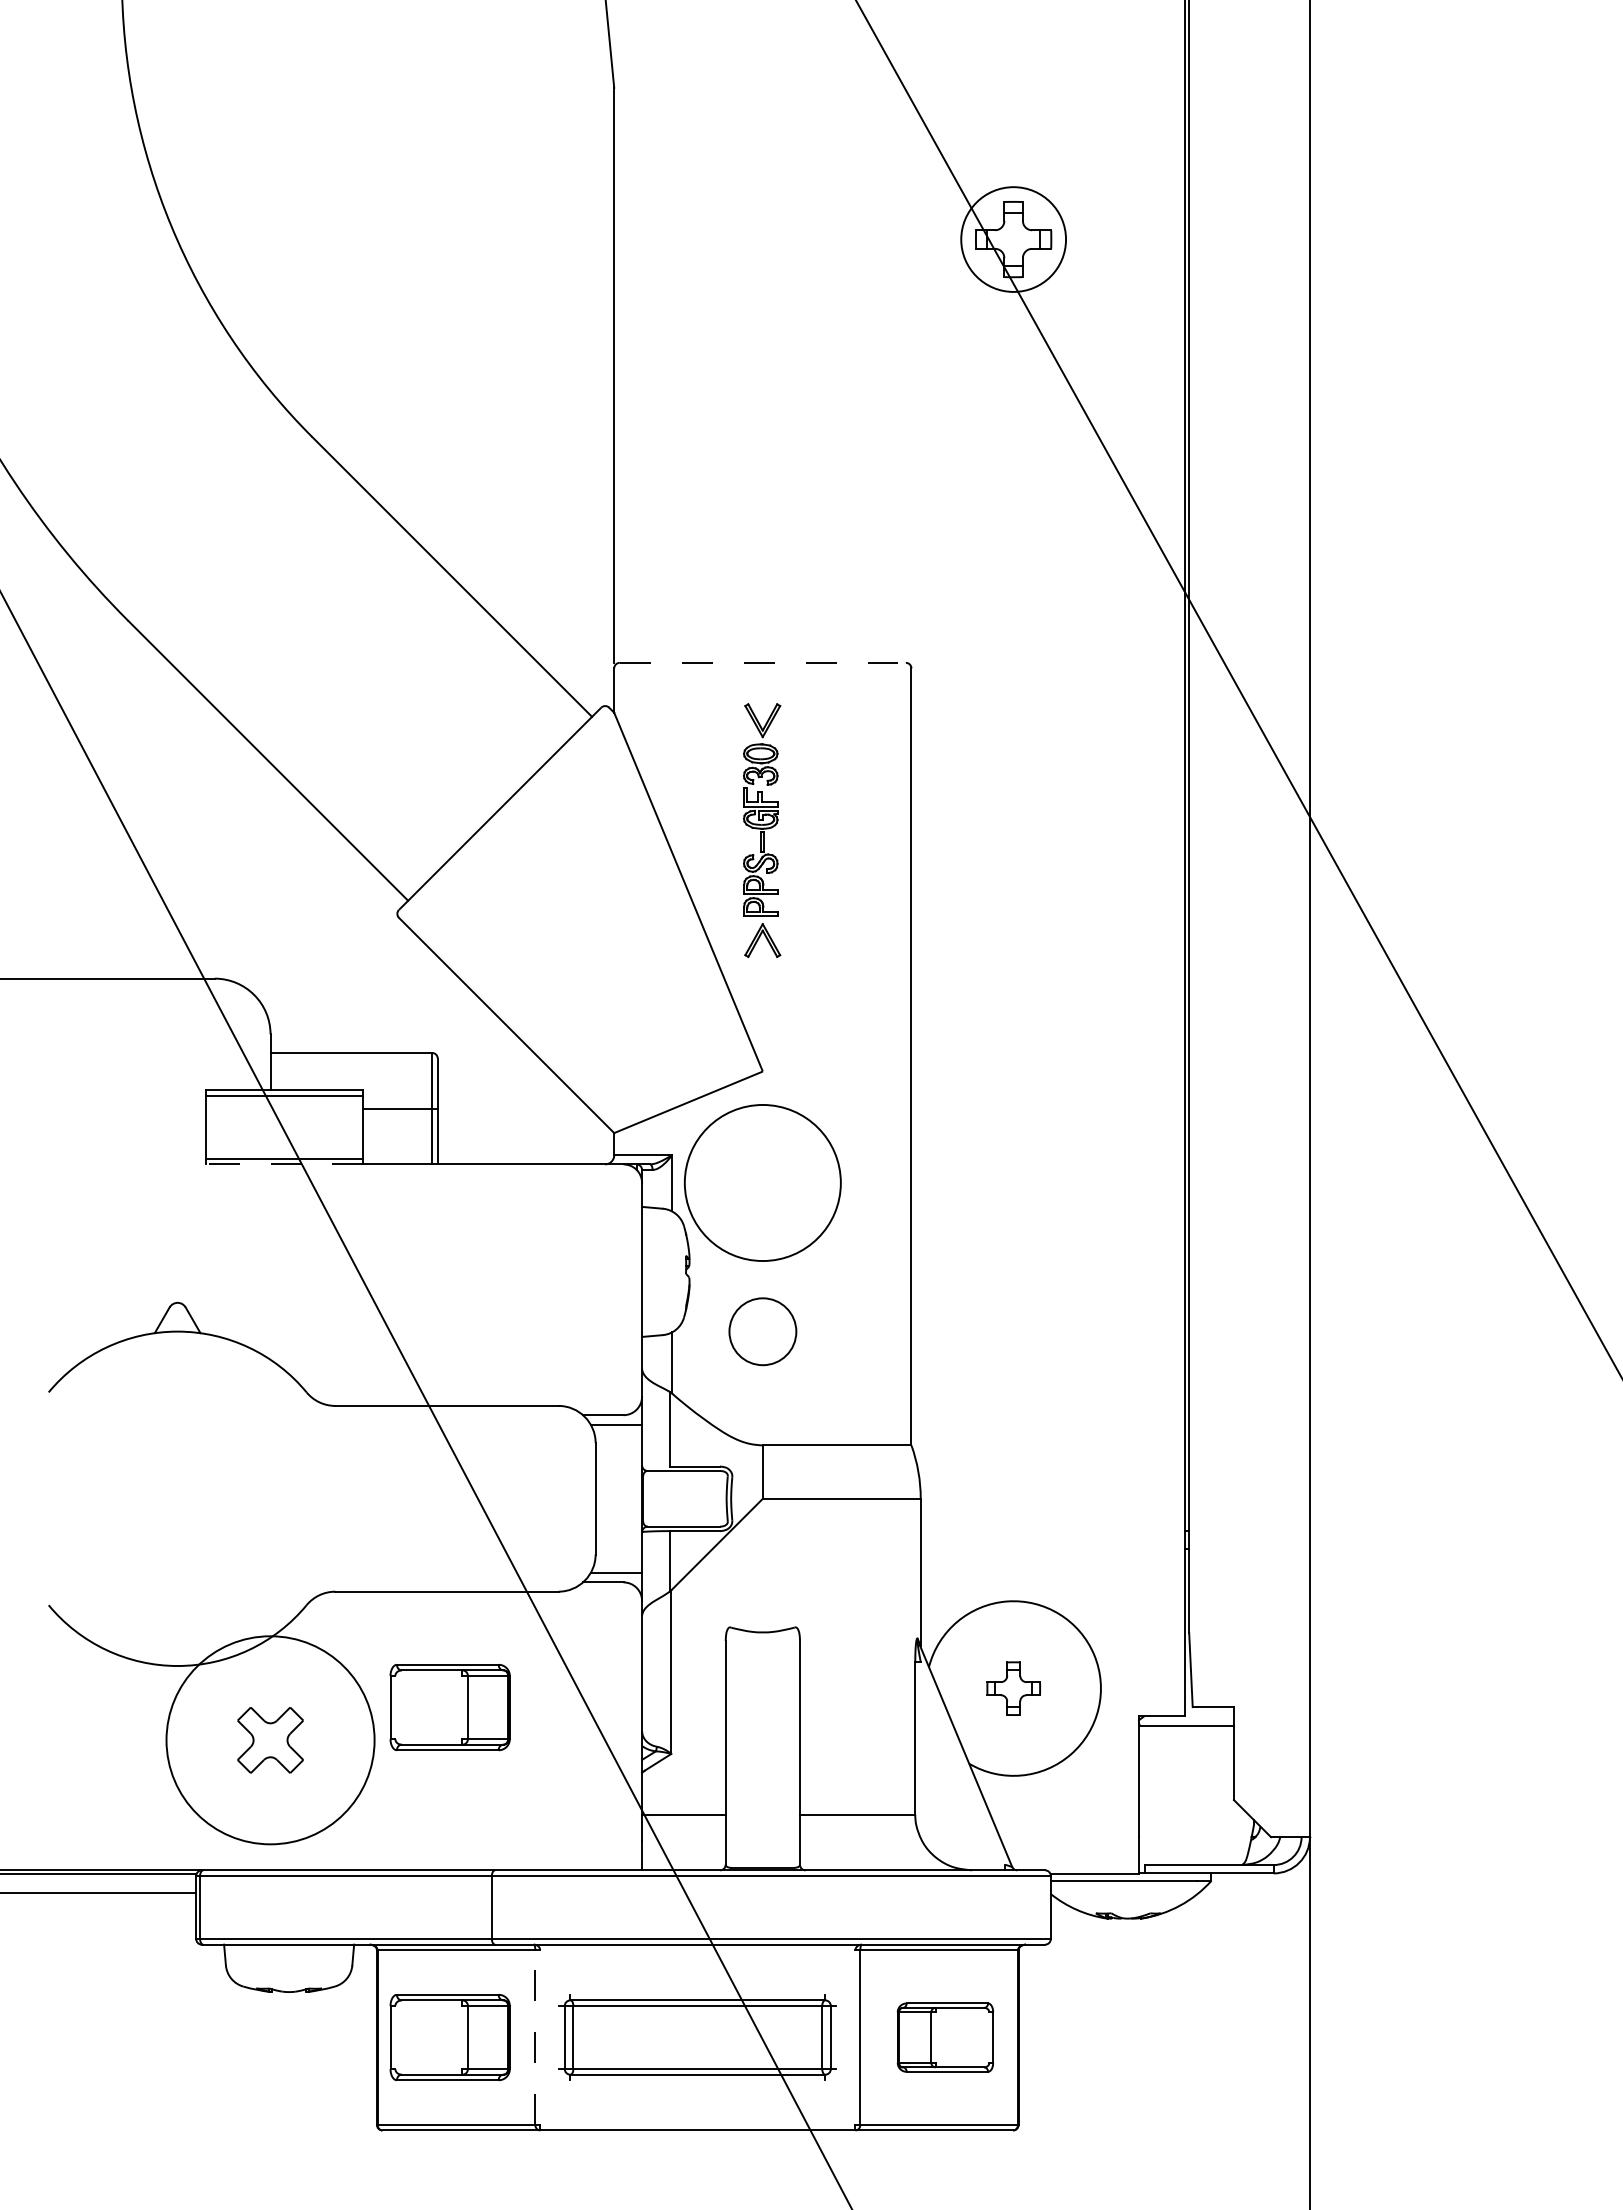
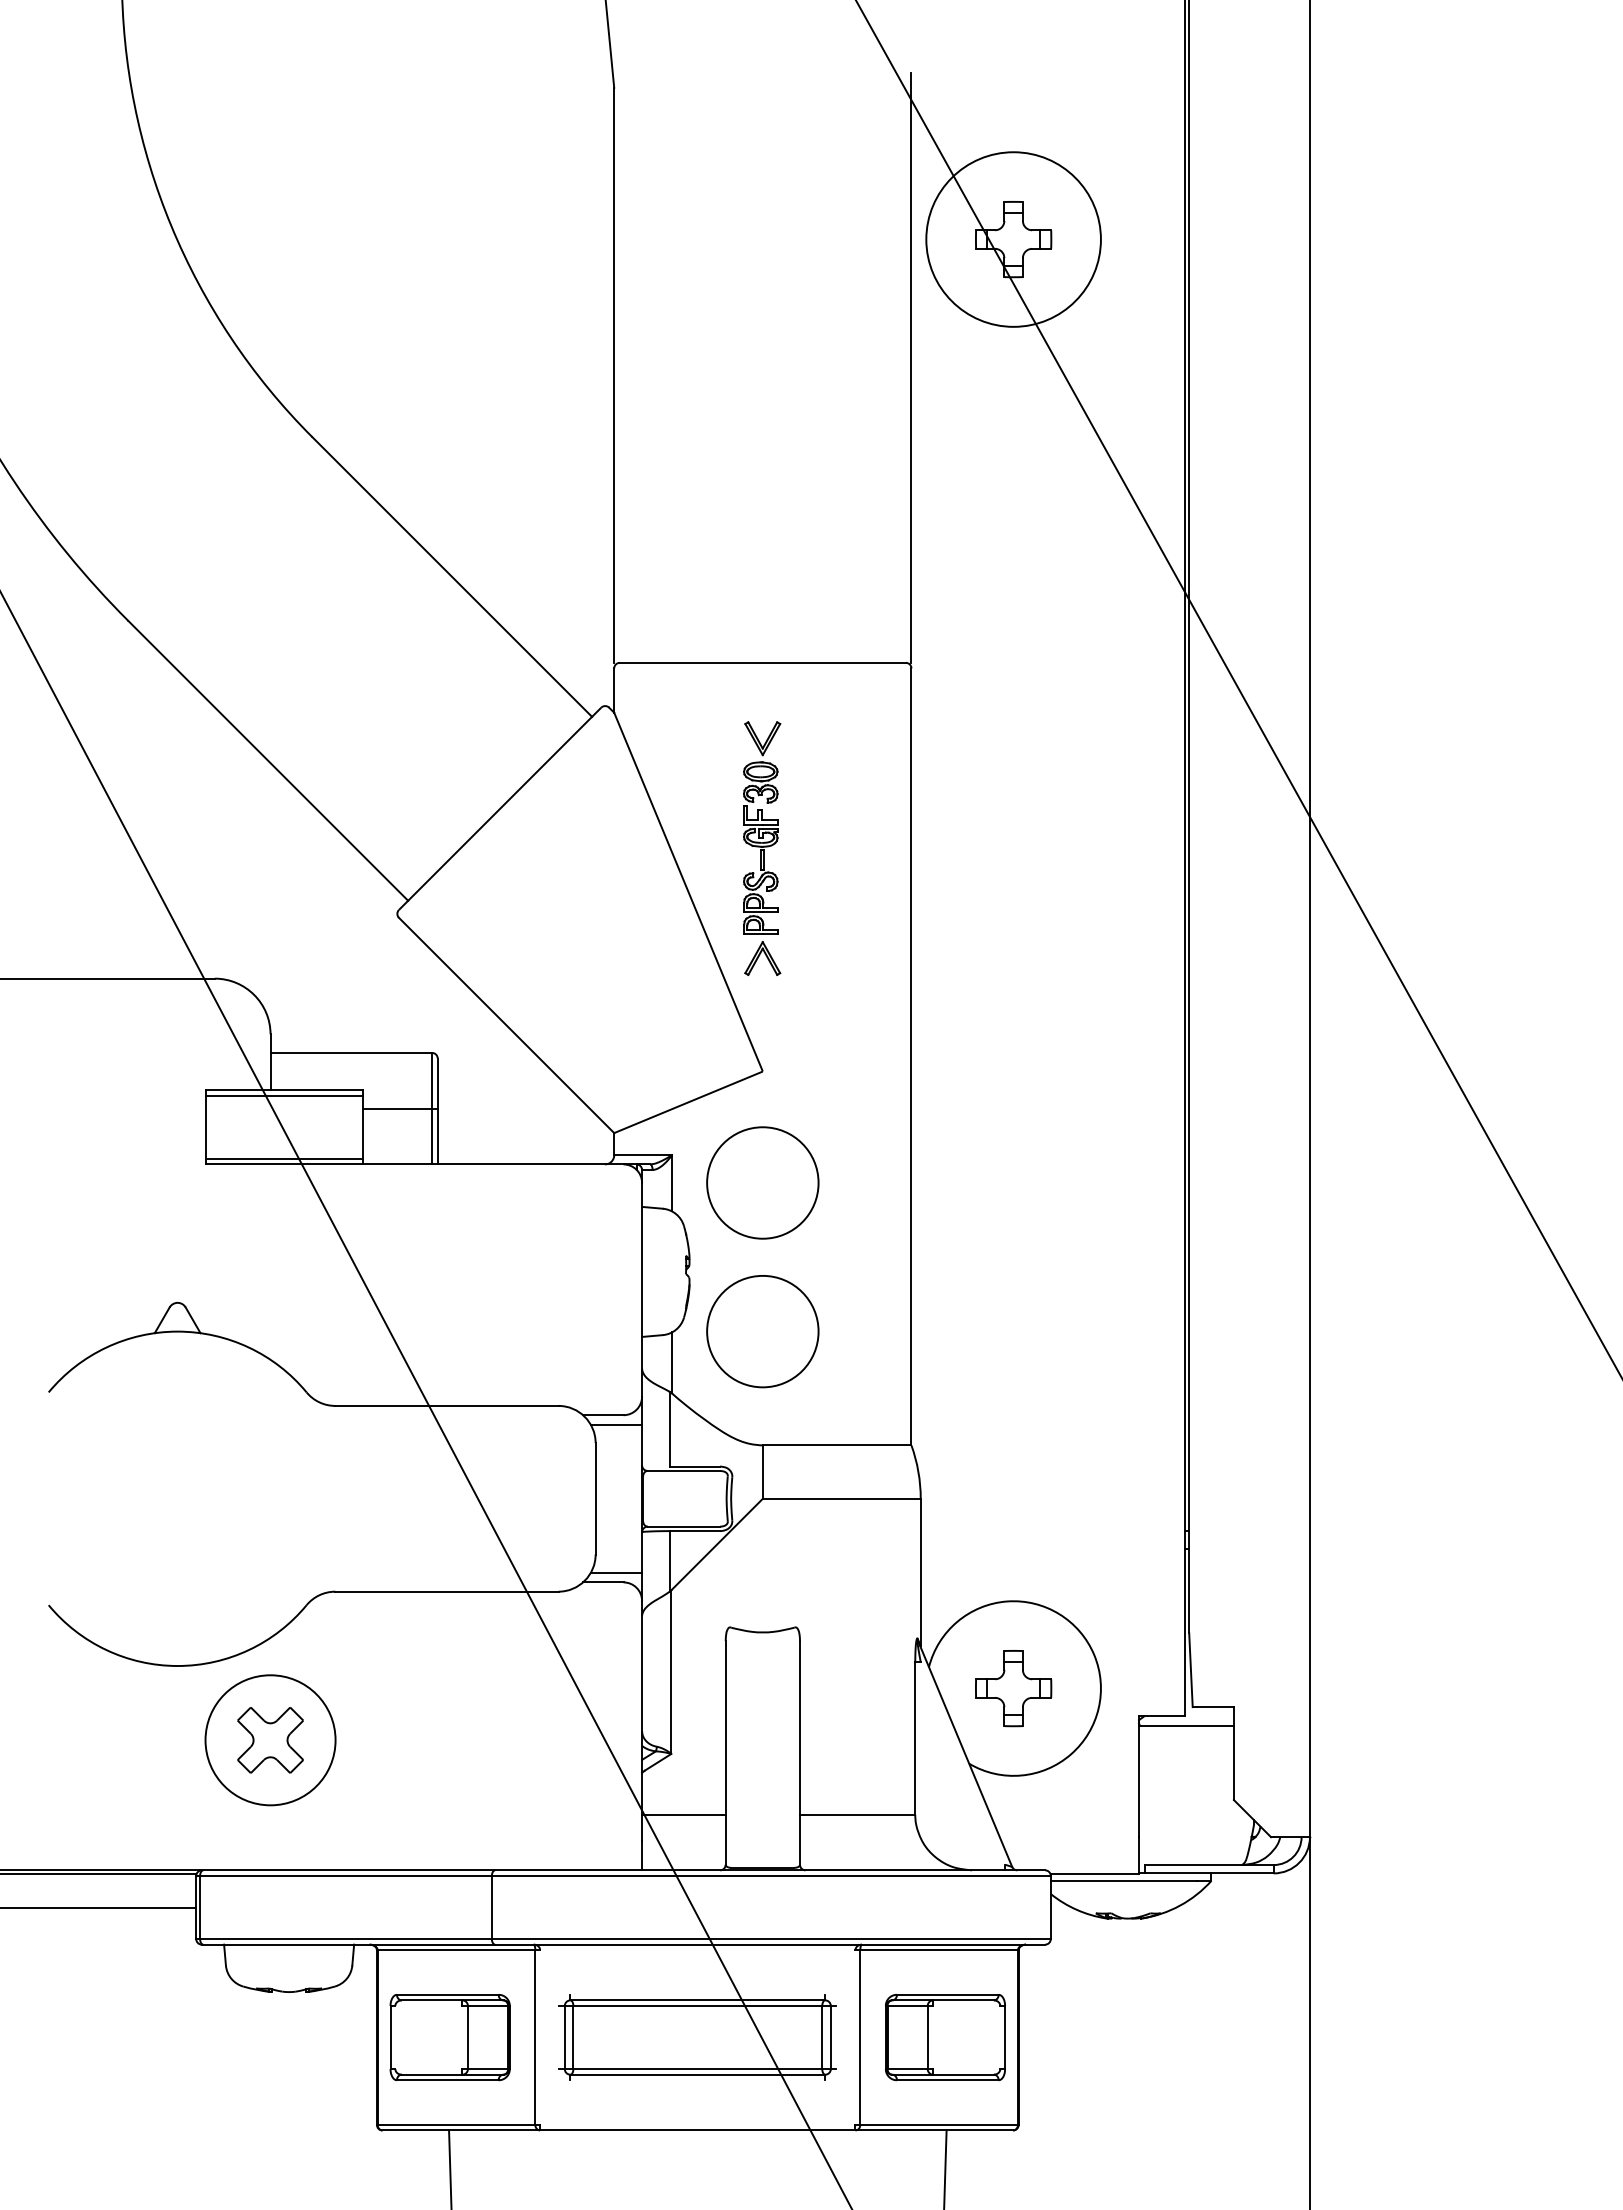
circle at (1013, 239) diameter: 105 px -> 175 px
line at (911, 367): none -> present
line at (763, 662): dashed -> solid
part at (762, 830) position: (762, 830) -> (762, 848)
line at (284, 1164): dashed -> solid
circle at (762, 1182) diameter: 156 px -> 111 px
circle at (762, 1331) size: 70x70 px -> 114x114 px
part at (1013, 1688) size: 55x55 px -> 78x78 px
part at (449, 1707): present -> none
circle at (270, 1740) diameter: 208 px -> 130 px
line at (99, 1892) position: (99, 1892) -> (99, 1907)
line at (535, 2037): dashed -> solid
part at (945, 2037) size: 99x71 px -> 121x88 px
line at (450, 2168): none -> present
line at (945, 2168): none -> present
